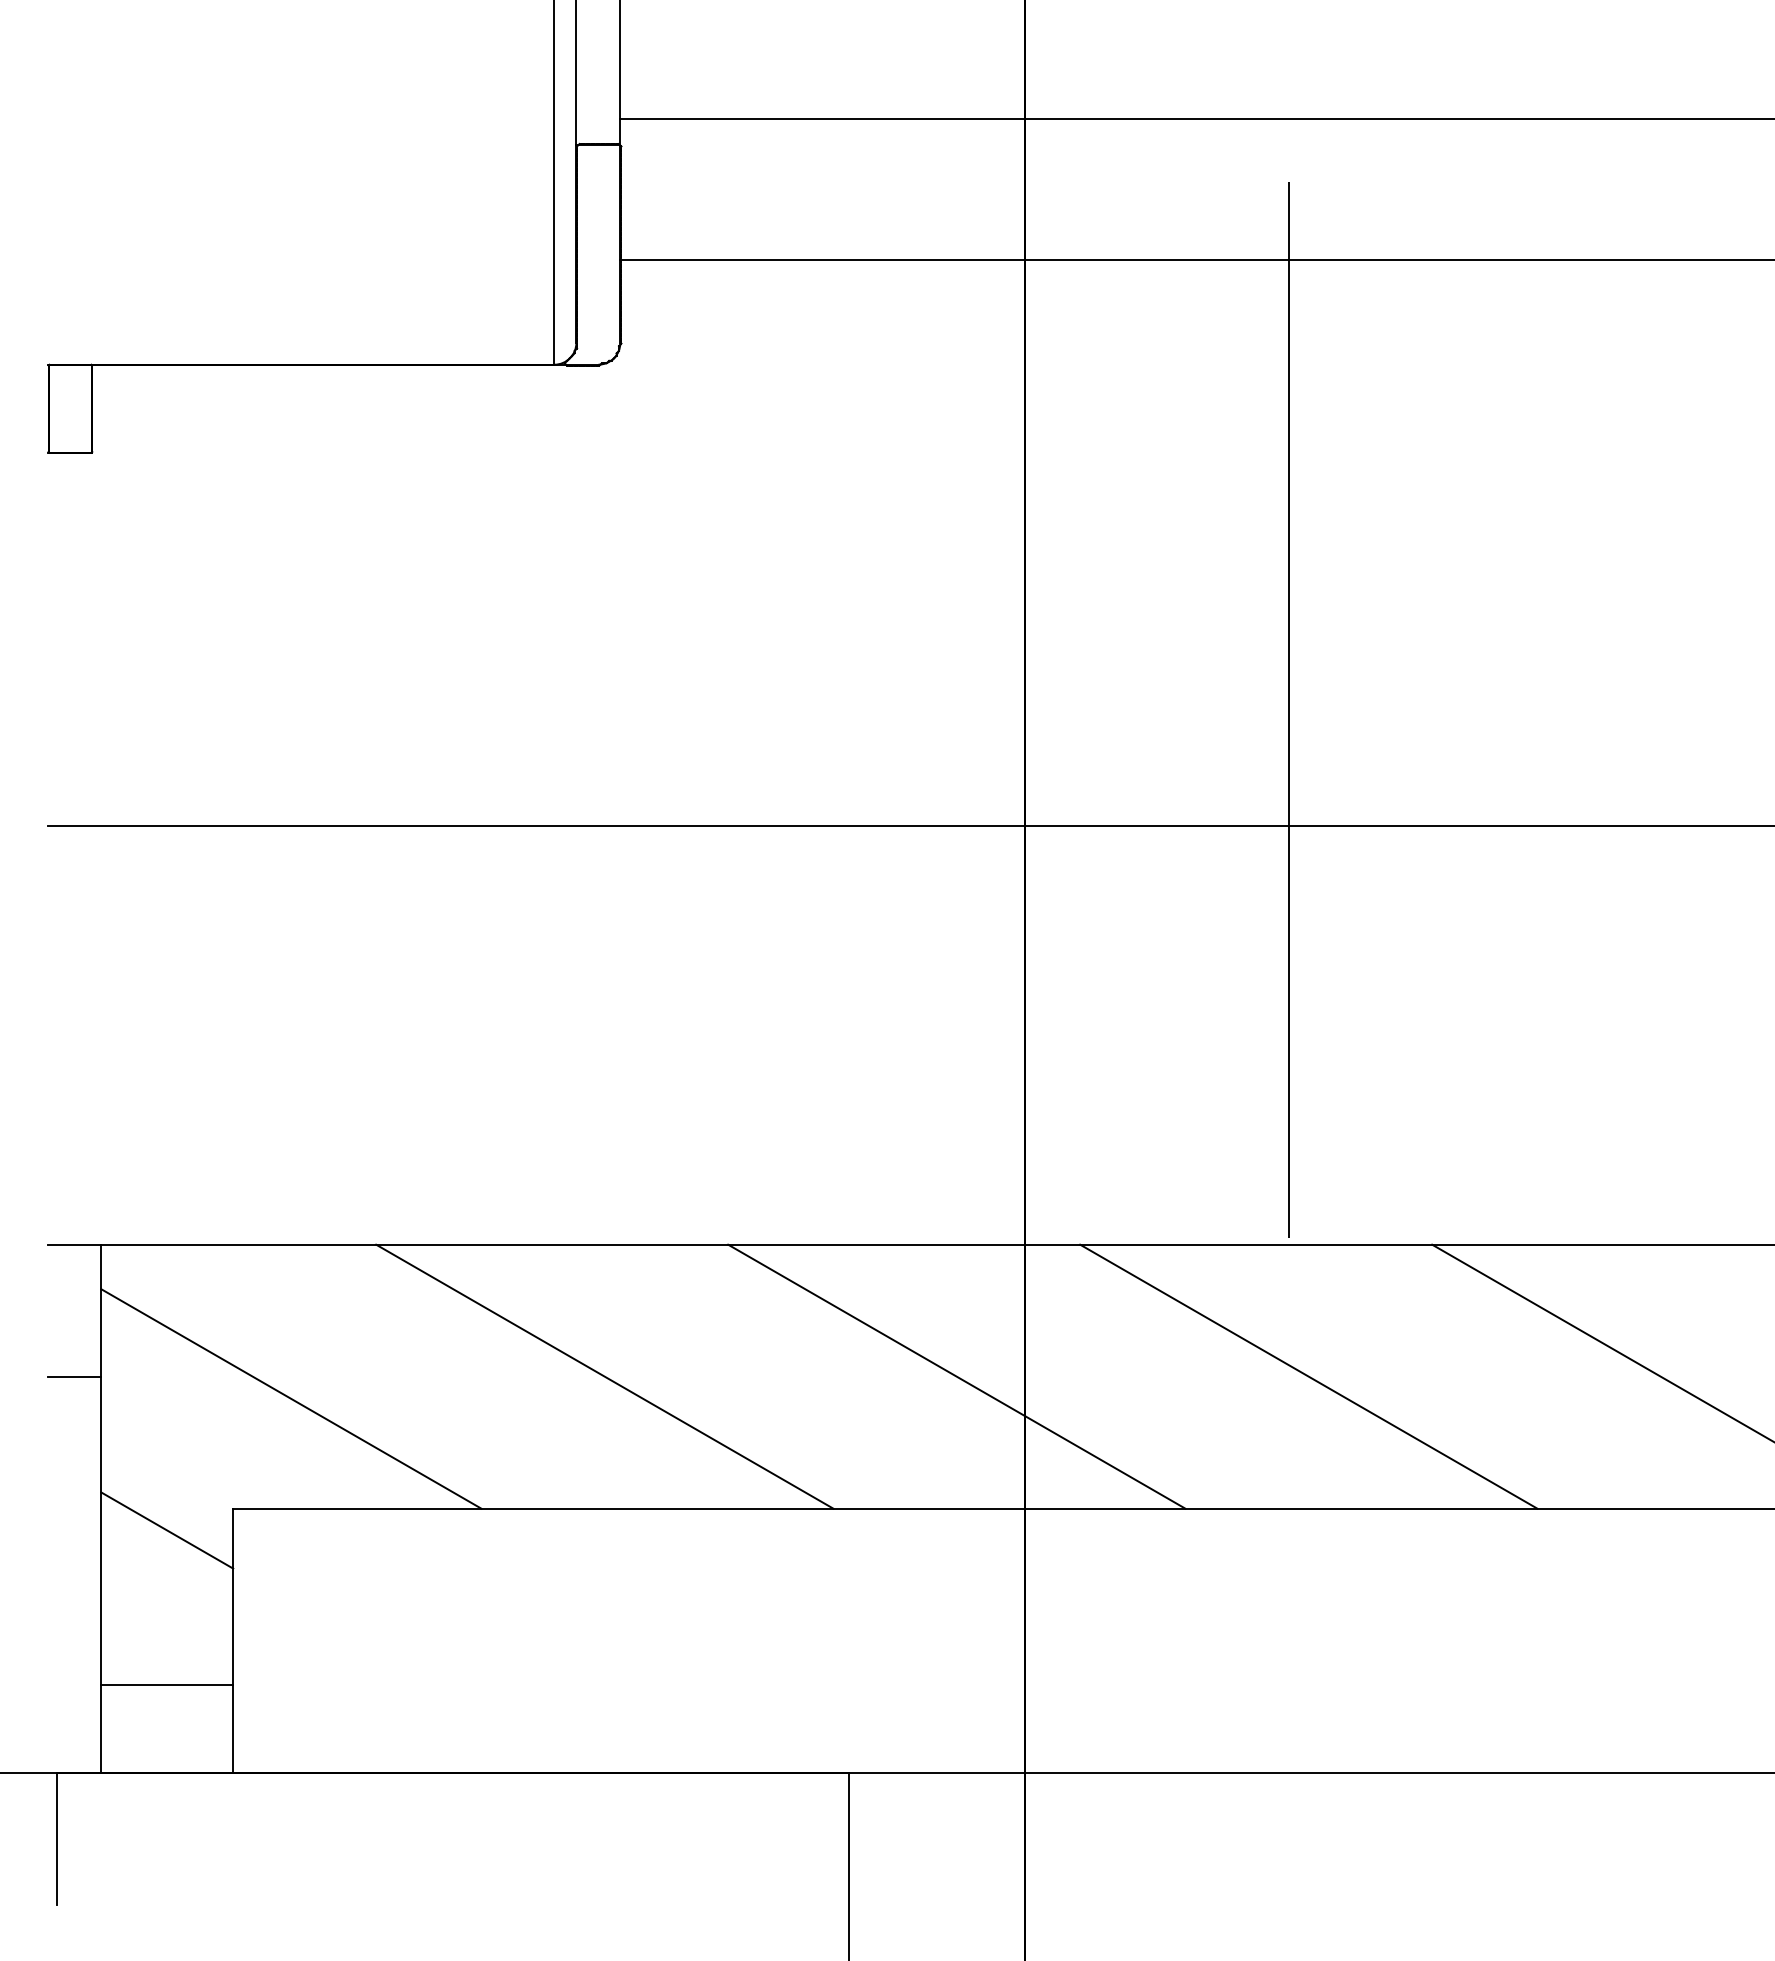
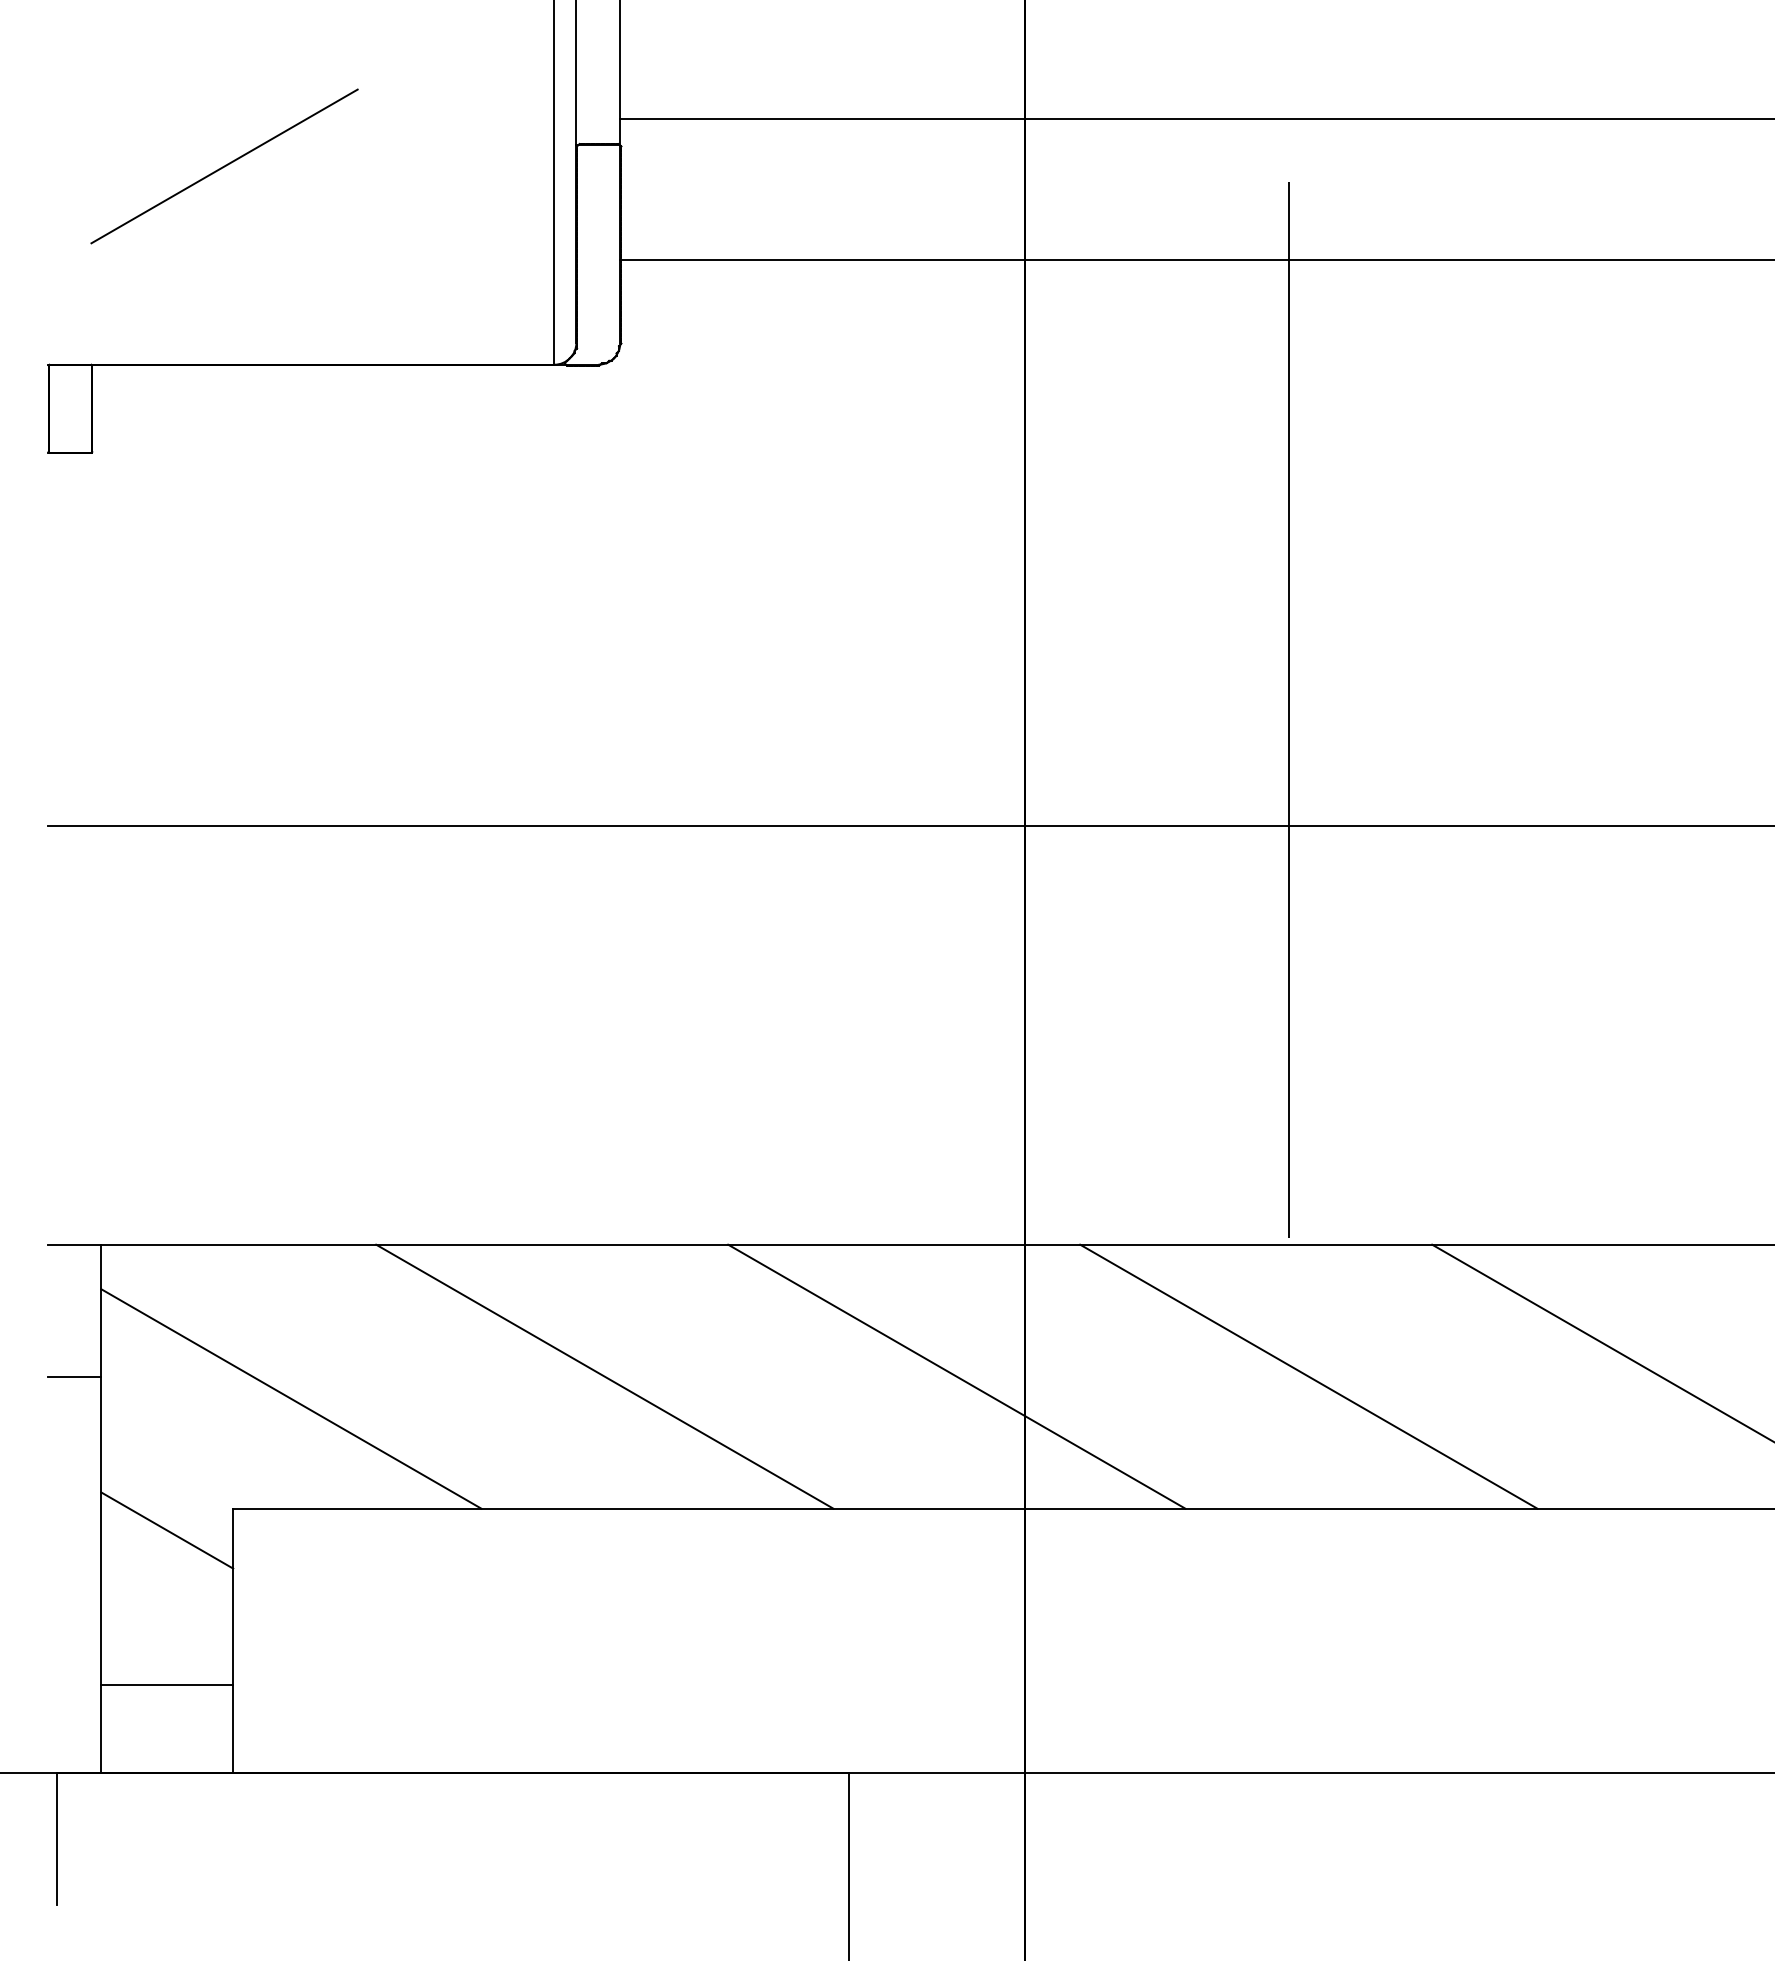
line at (224, 166): none -> present
